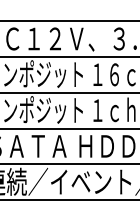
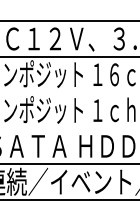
line at (69, 92): present -> none
line at (69, 128): present -> none
